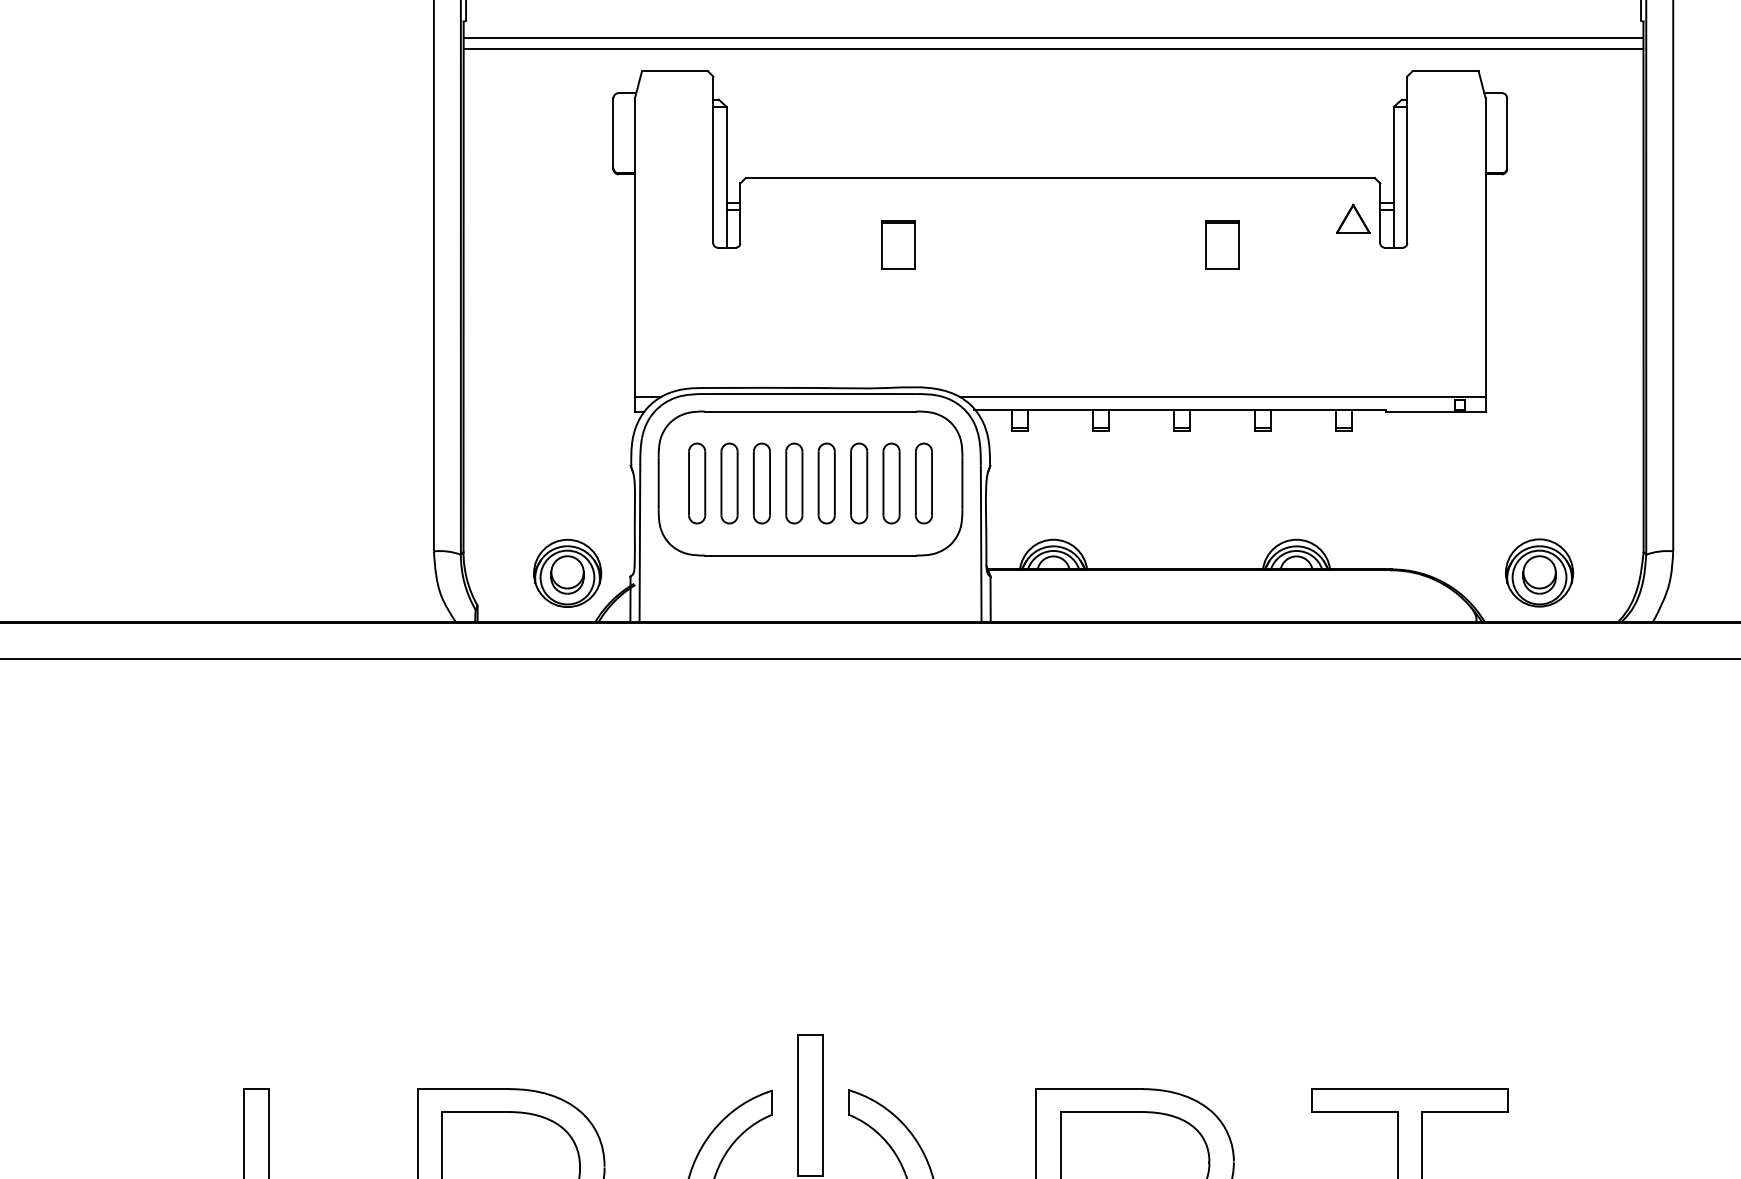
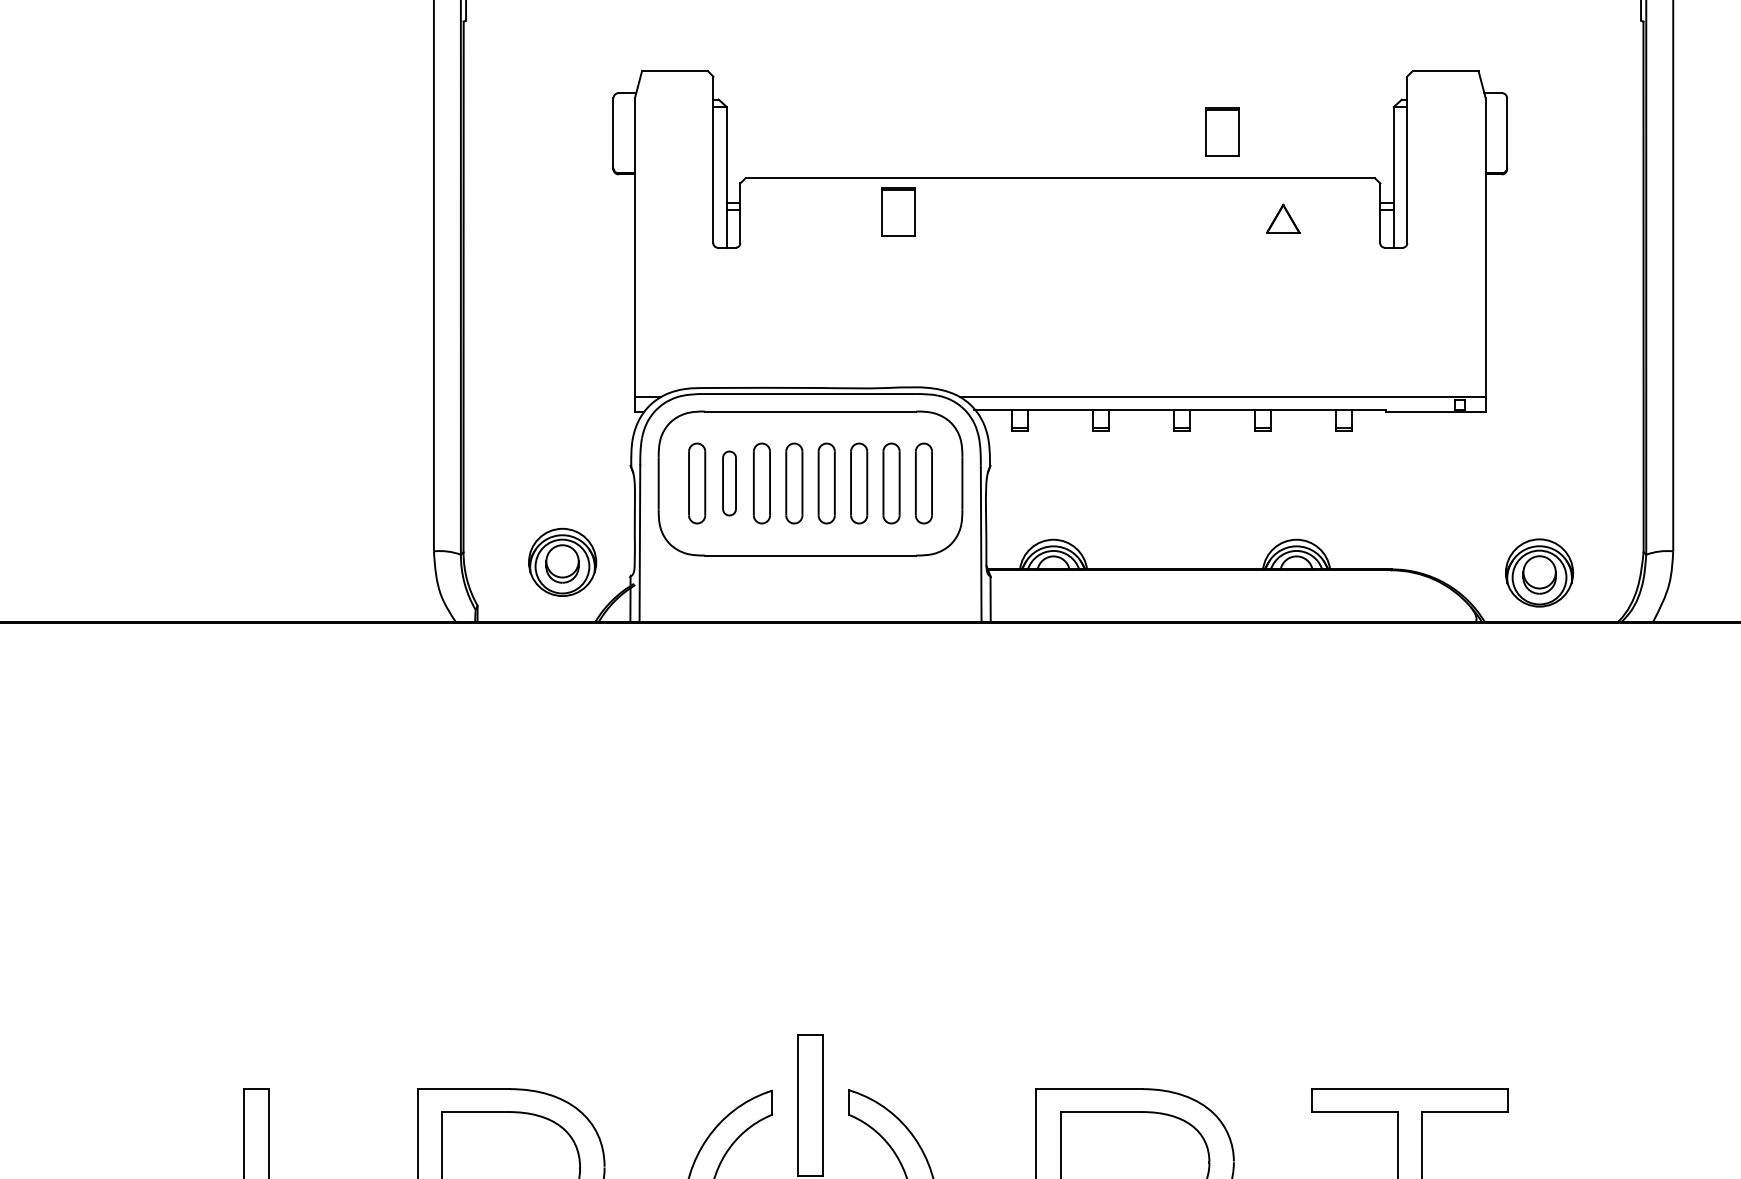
line at (1053, 37): present -> none
line at (1053, 49): present -> none
part at (1353, 218) position: (1353, 218) -> (1283, 218)
part at (898, 244) position: (898, 244) -> (898, 211)
part at (1222, 244) position: (1222, 244) -> (1222, 131)
part at (729, 483) size: 19x83 px -> 15x67 px
part at (567, 572) position: (567, 572) -> (562, 561)
line at (869, 659): present -> none
